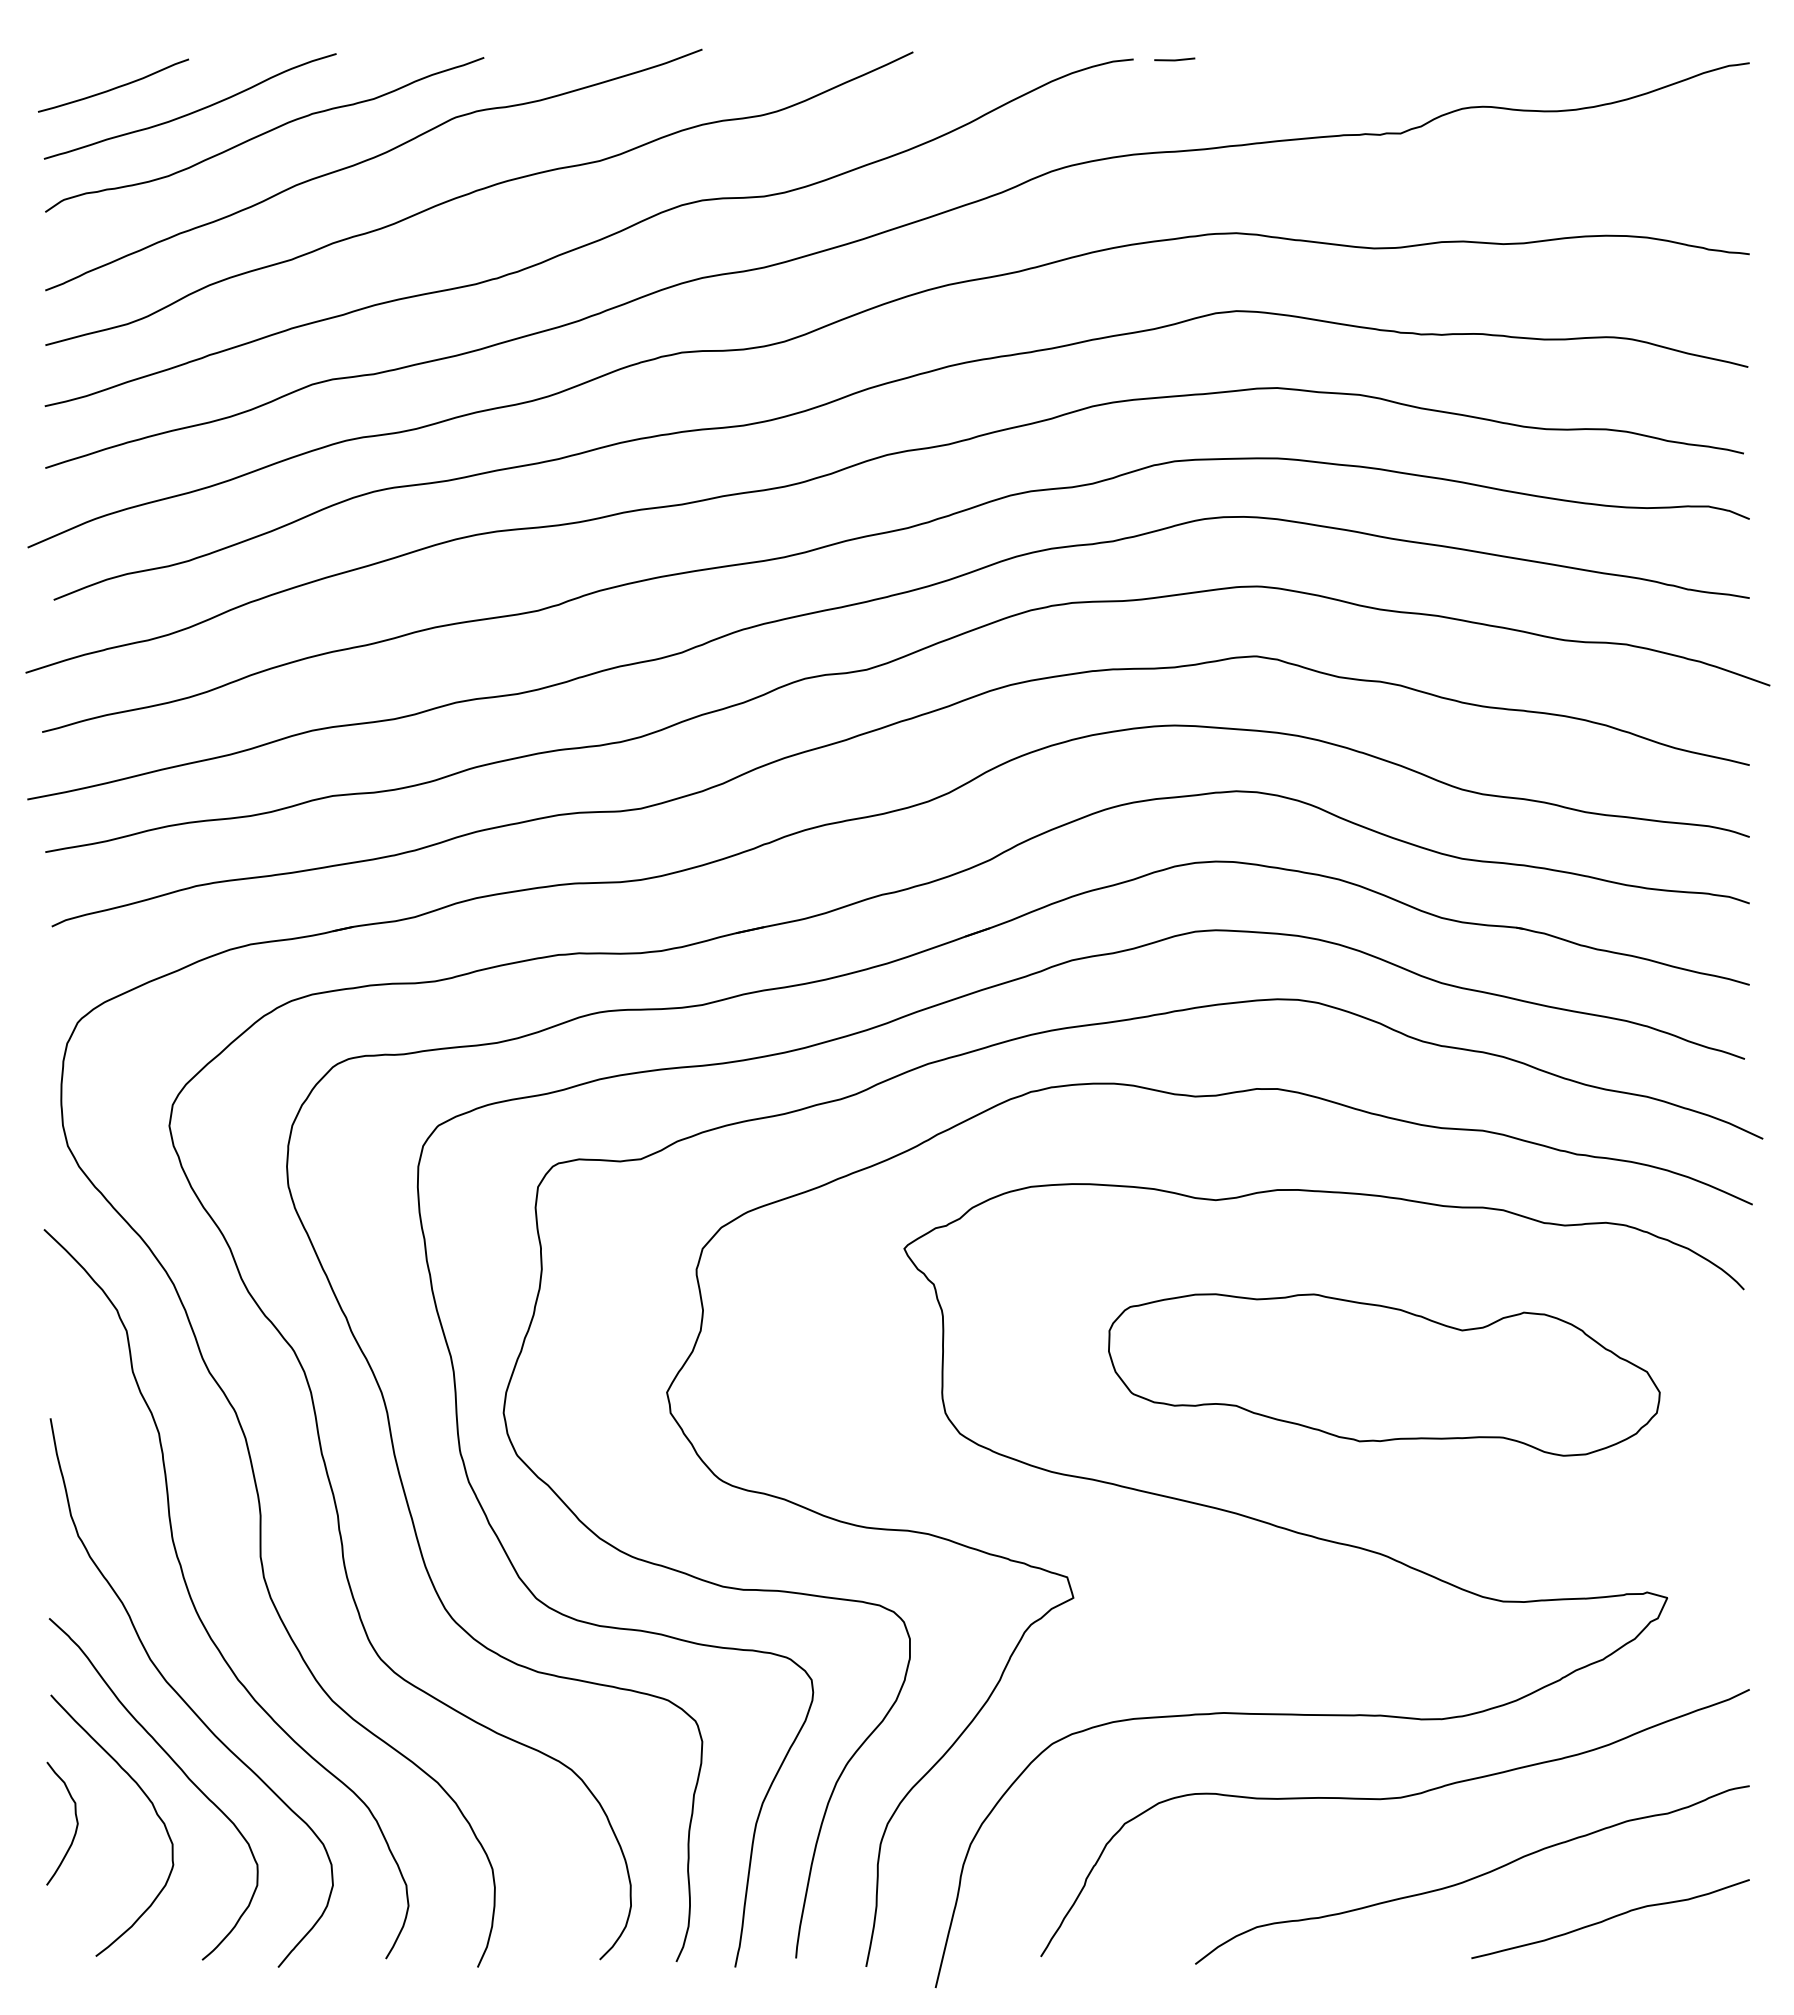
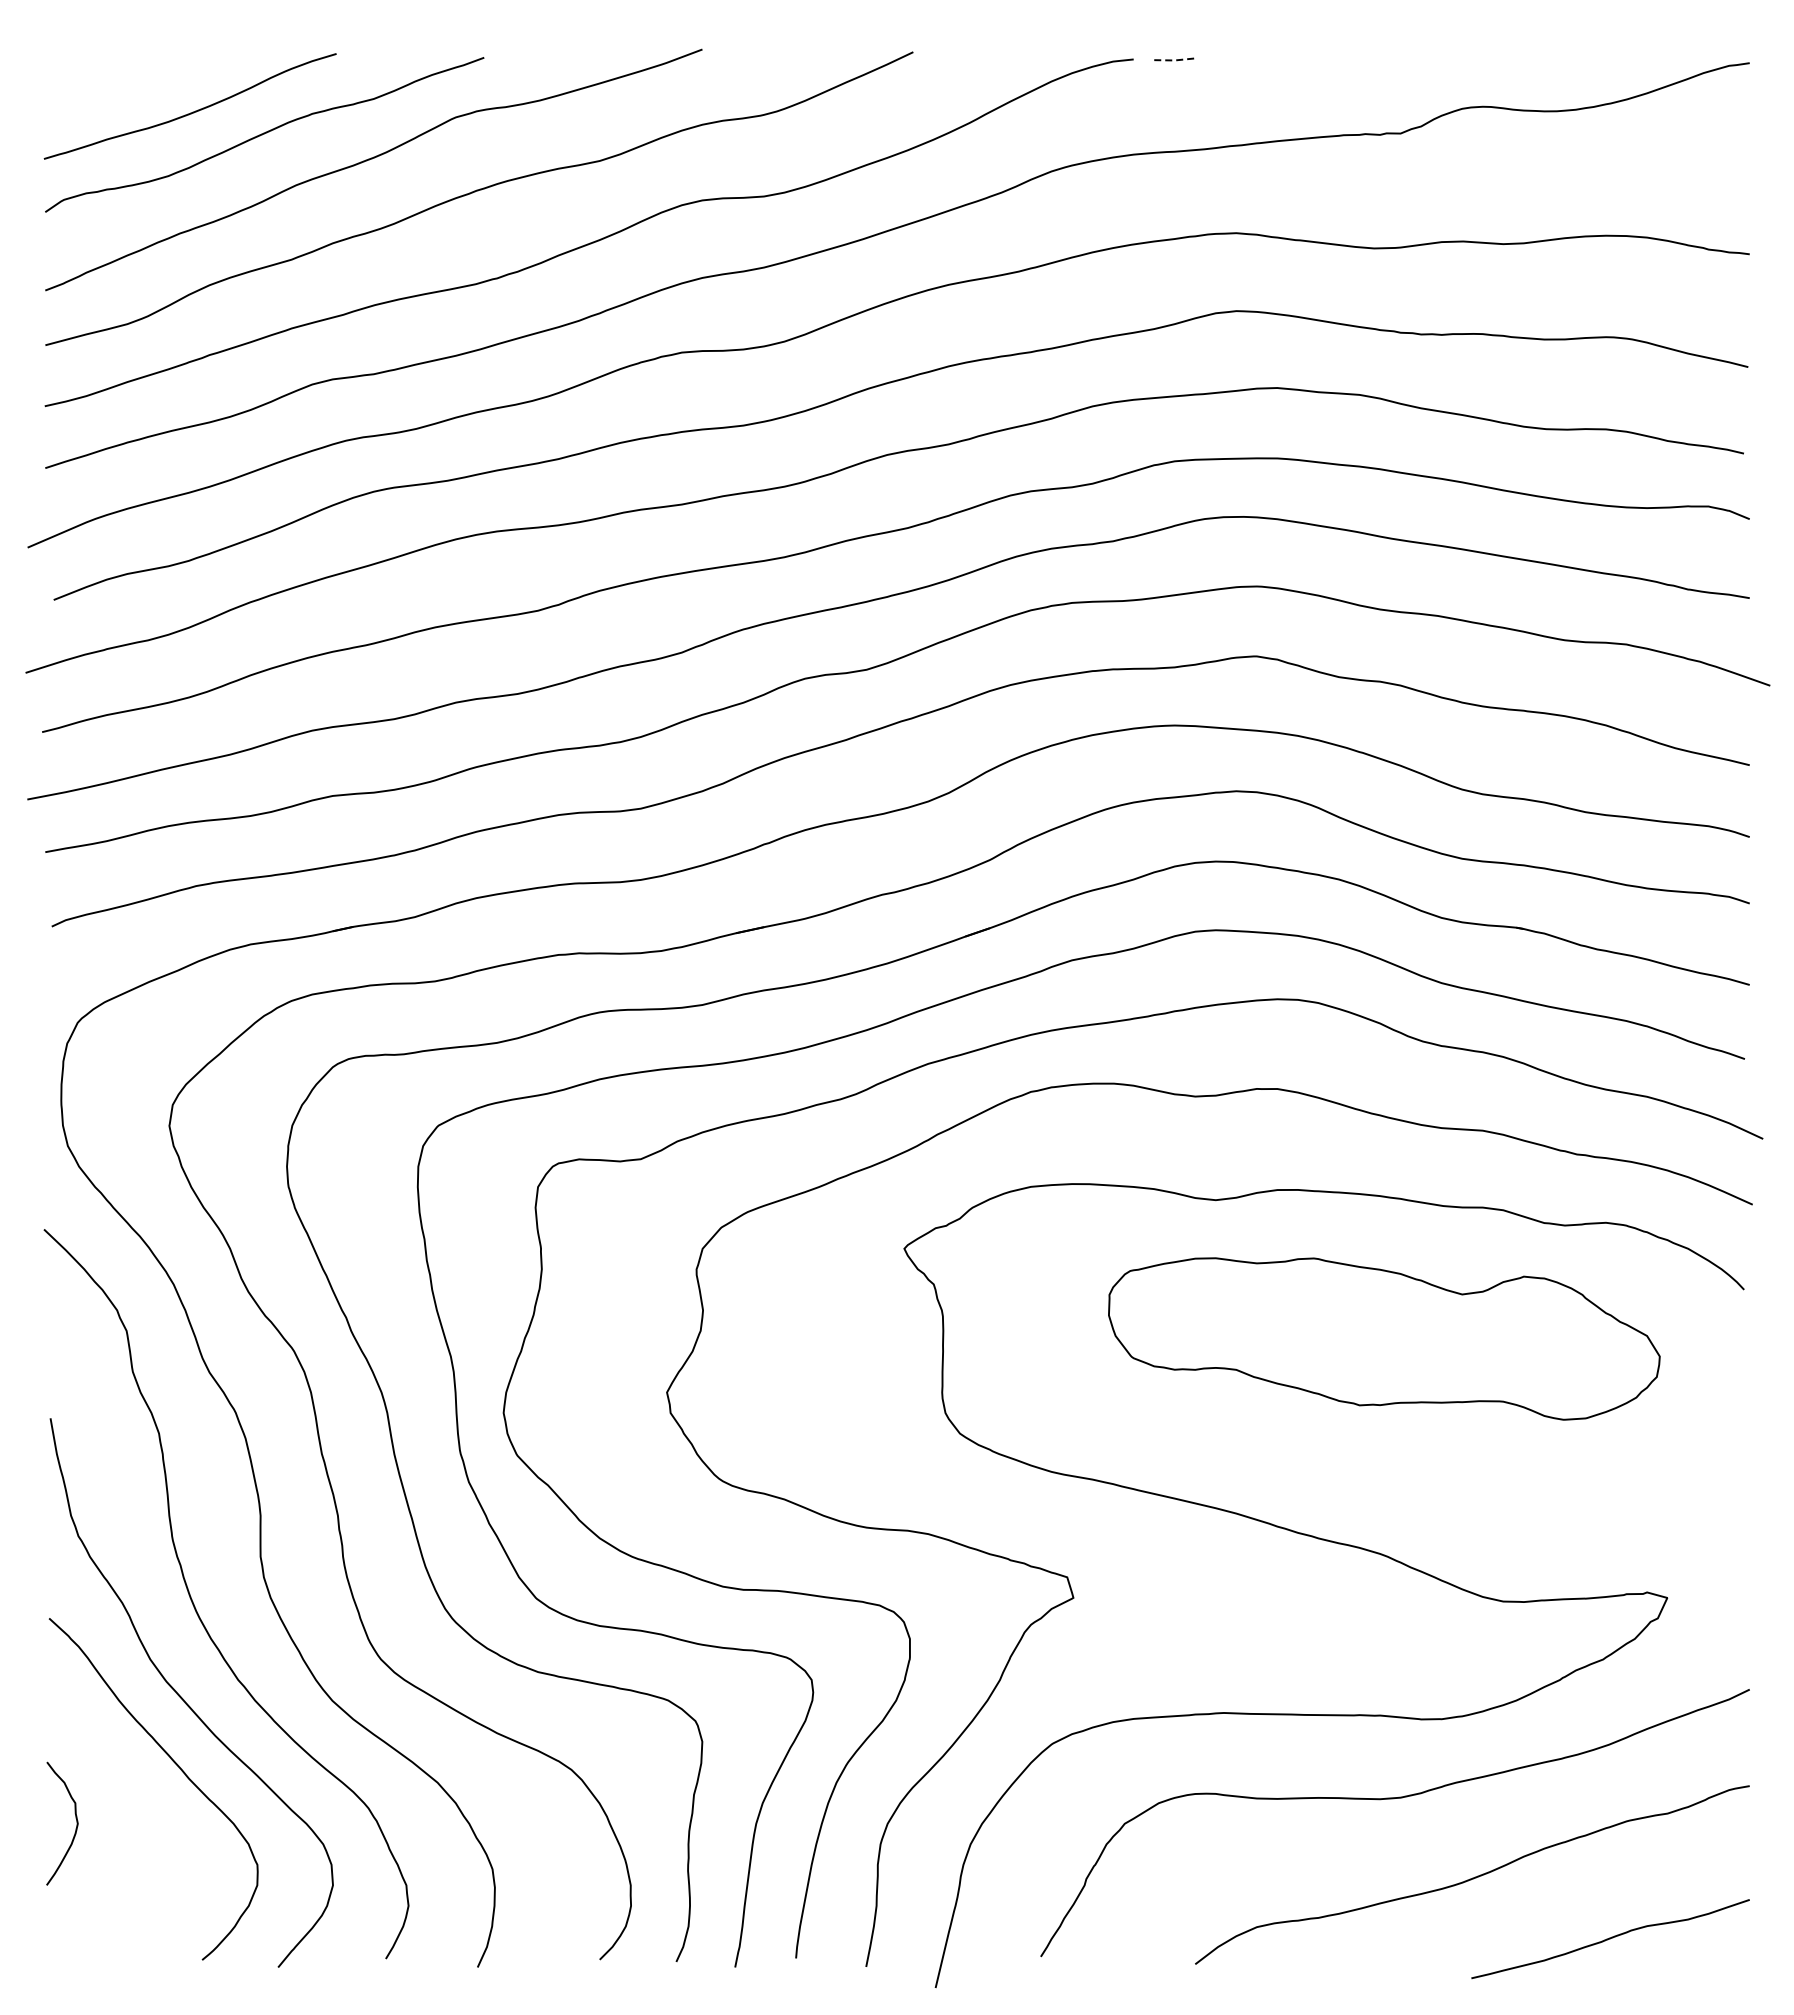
line at (1174, 60): solid -> dashed
curve at (114, 87): present -> none
part at (1384, 1374) position: (1384, 1374) -> (1384, 1338)
curve at (148, 1800): present -> none
curve at (1610, 1918) position: (1610, 1918) -> (1610, 1938)
